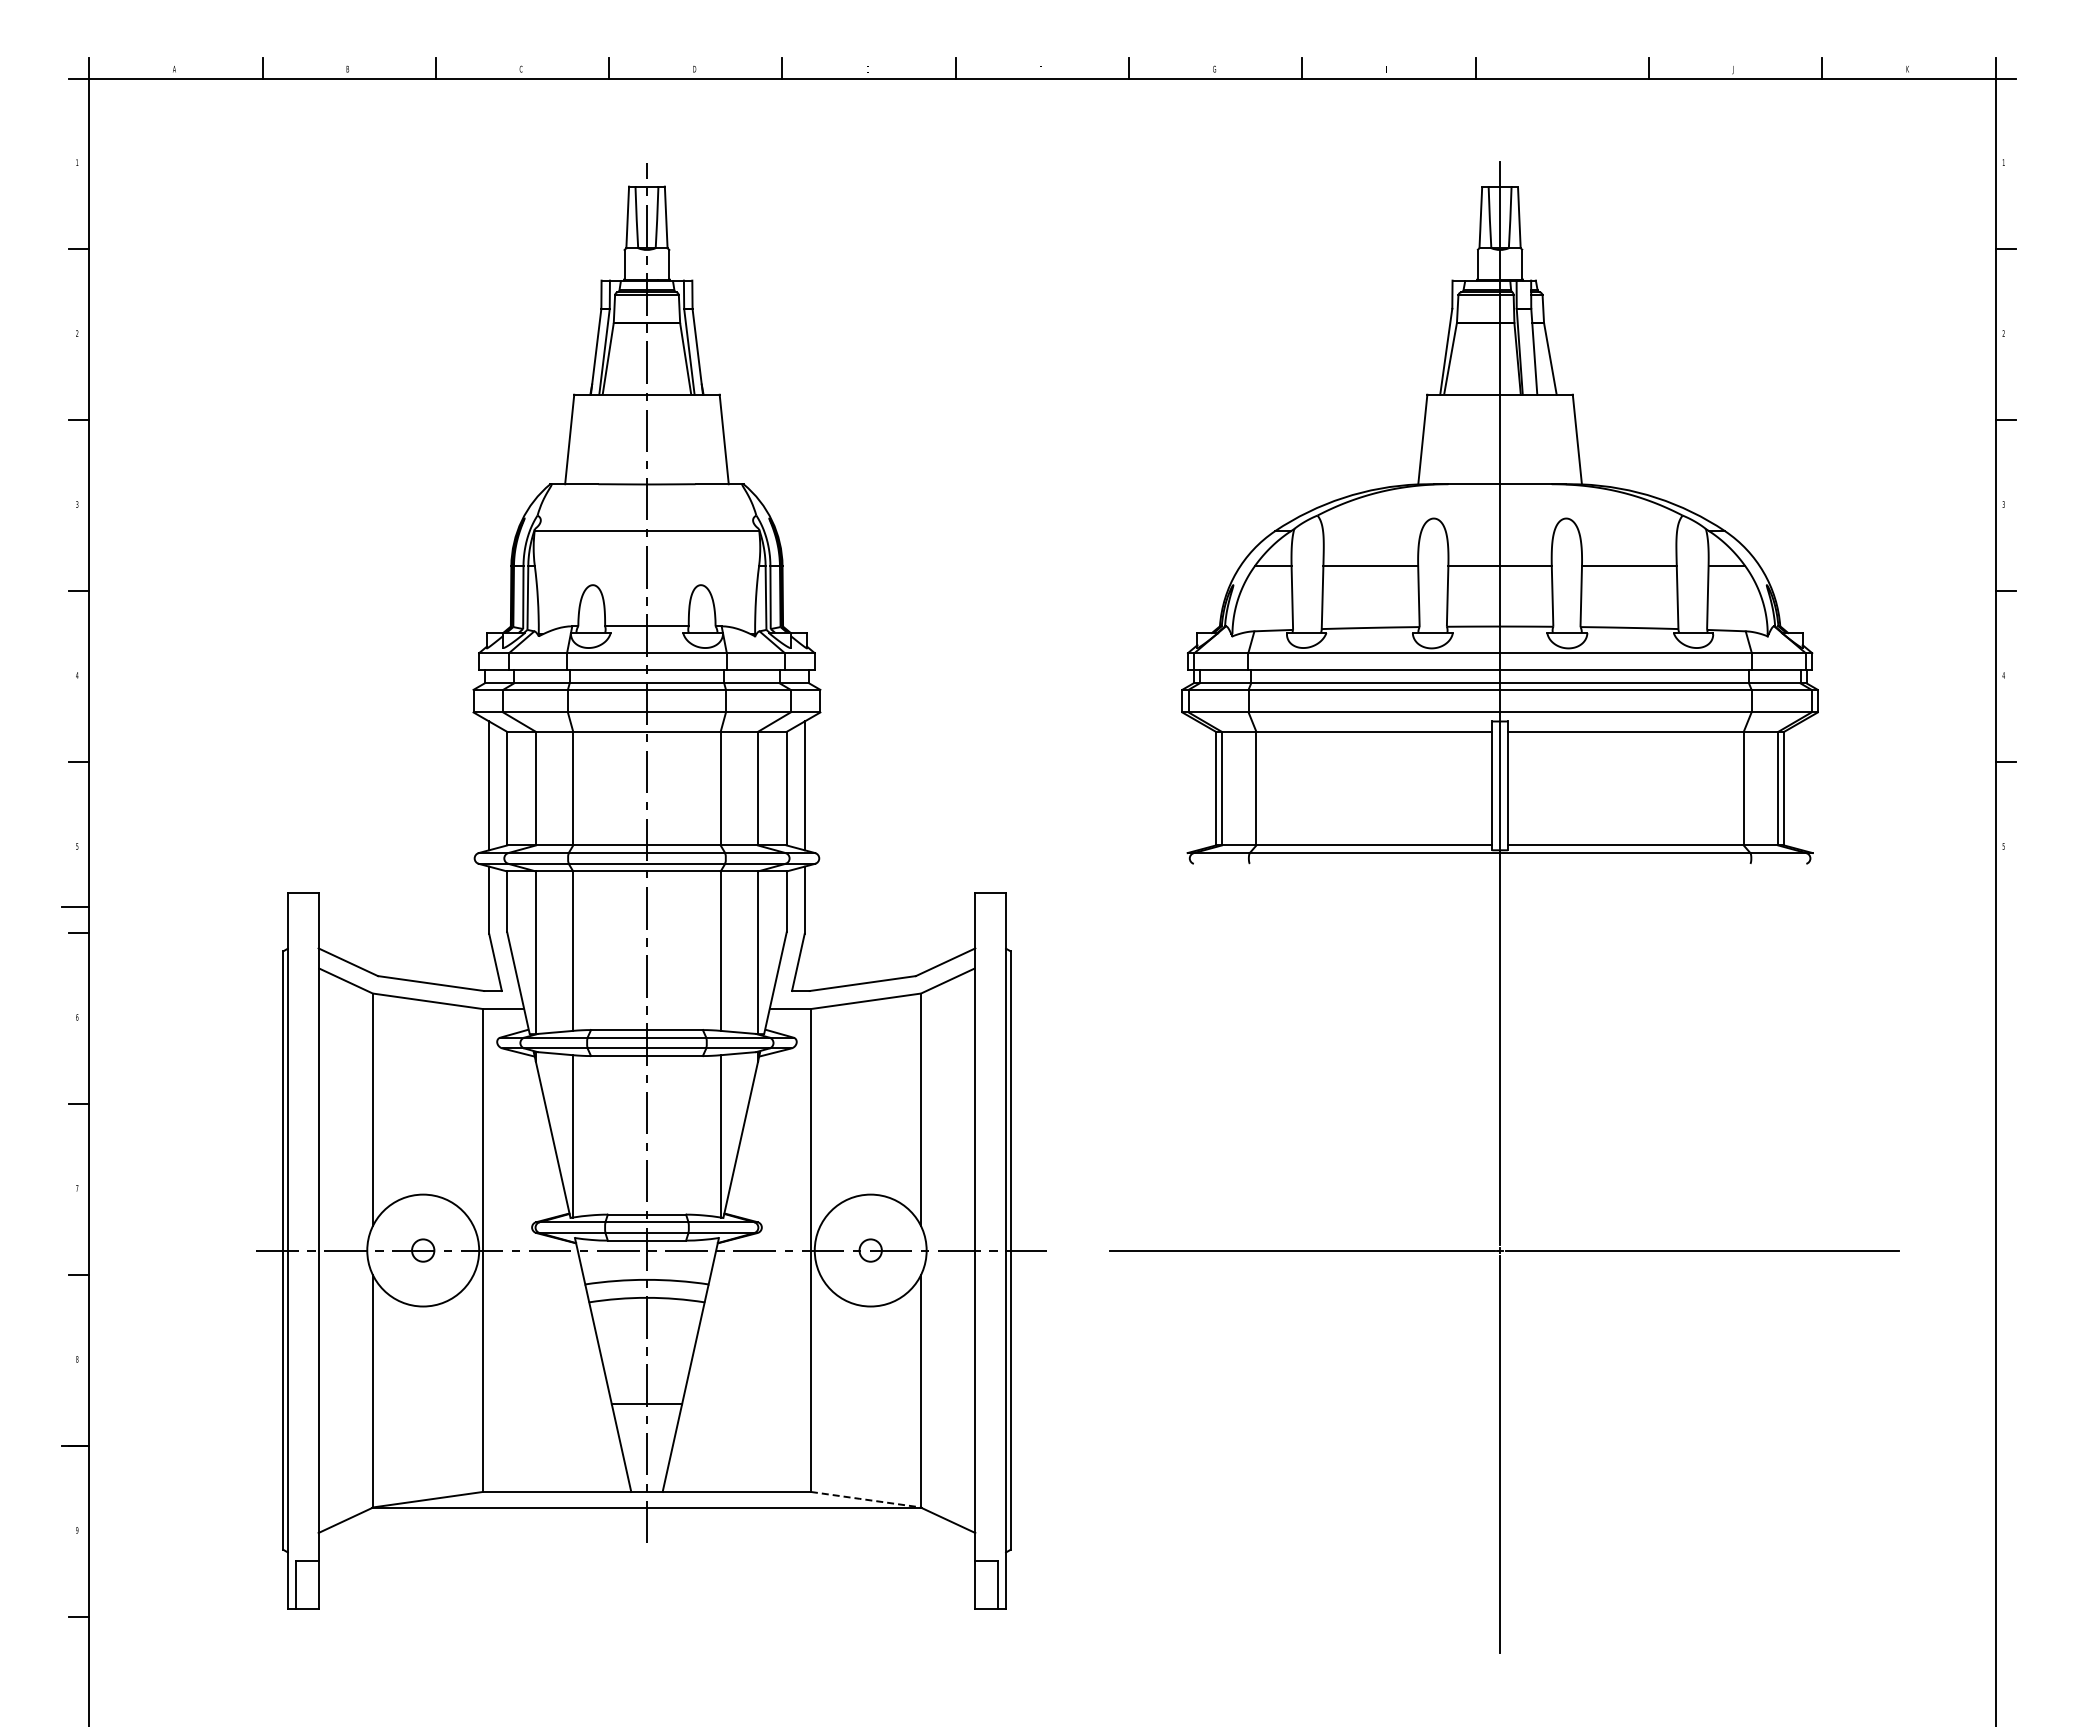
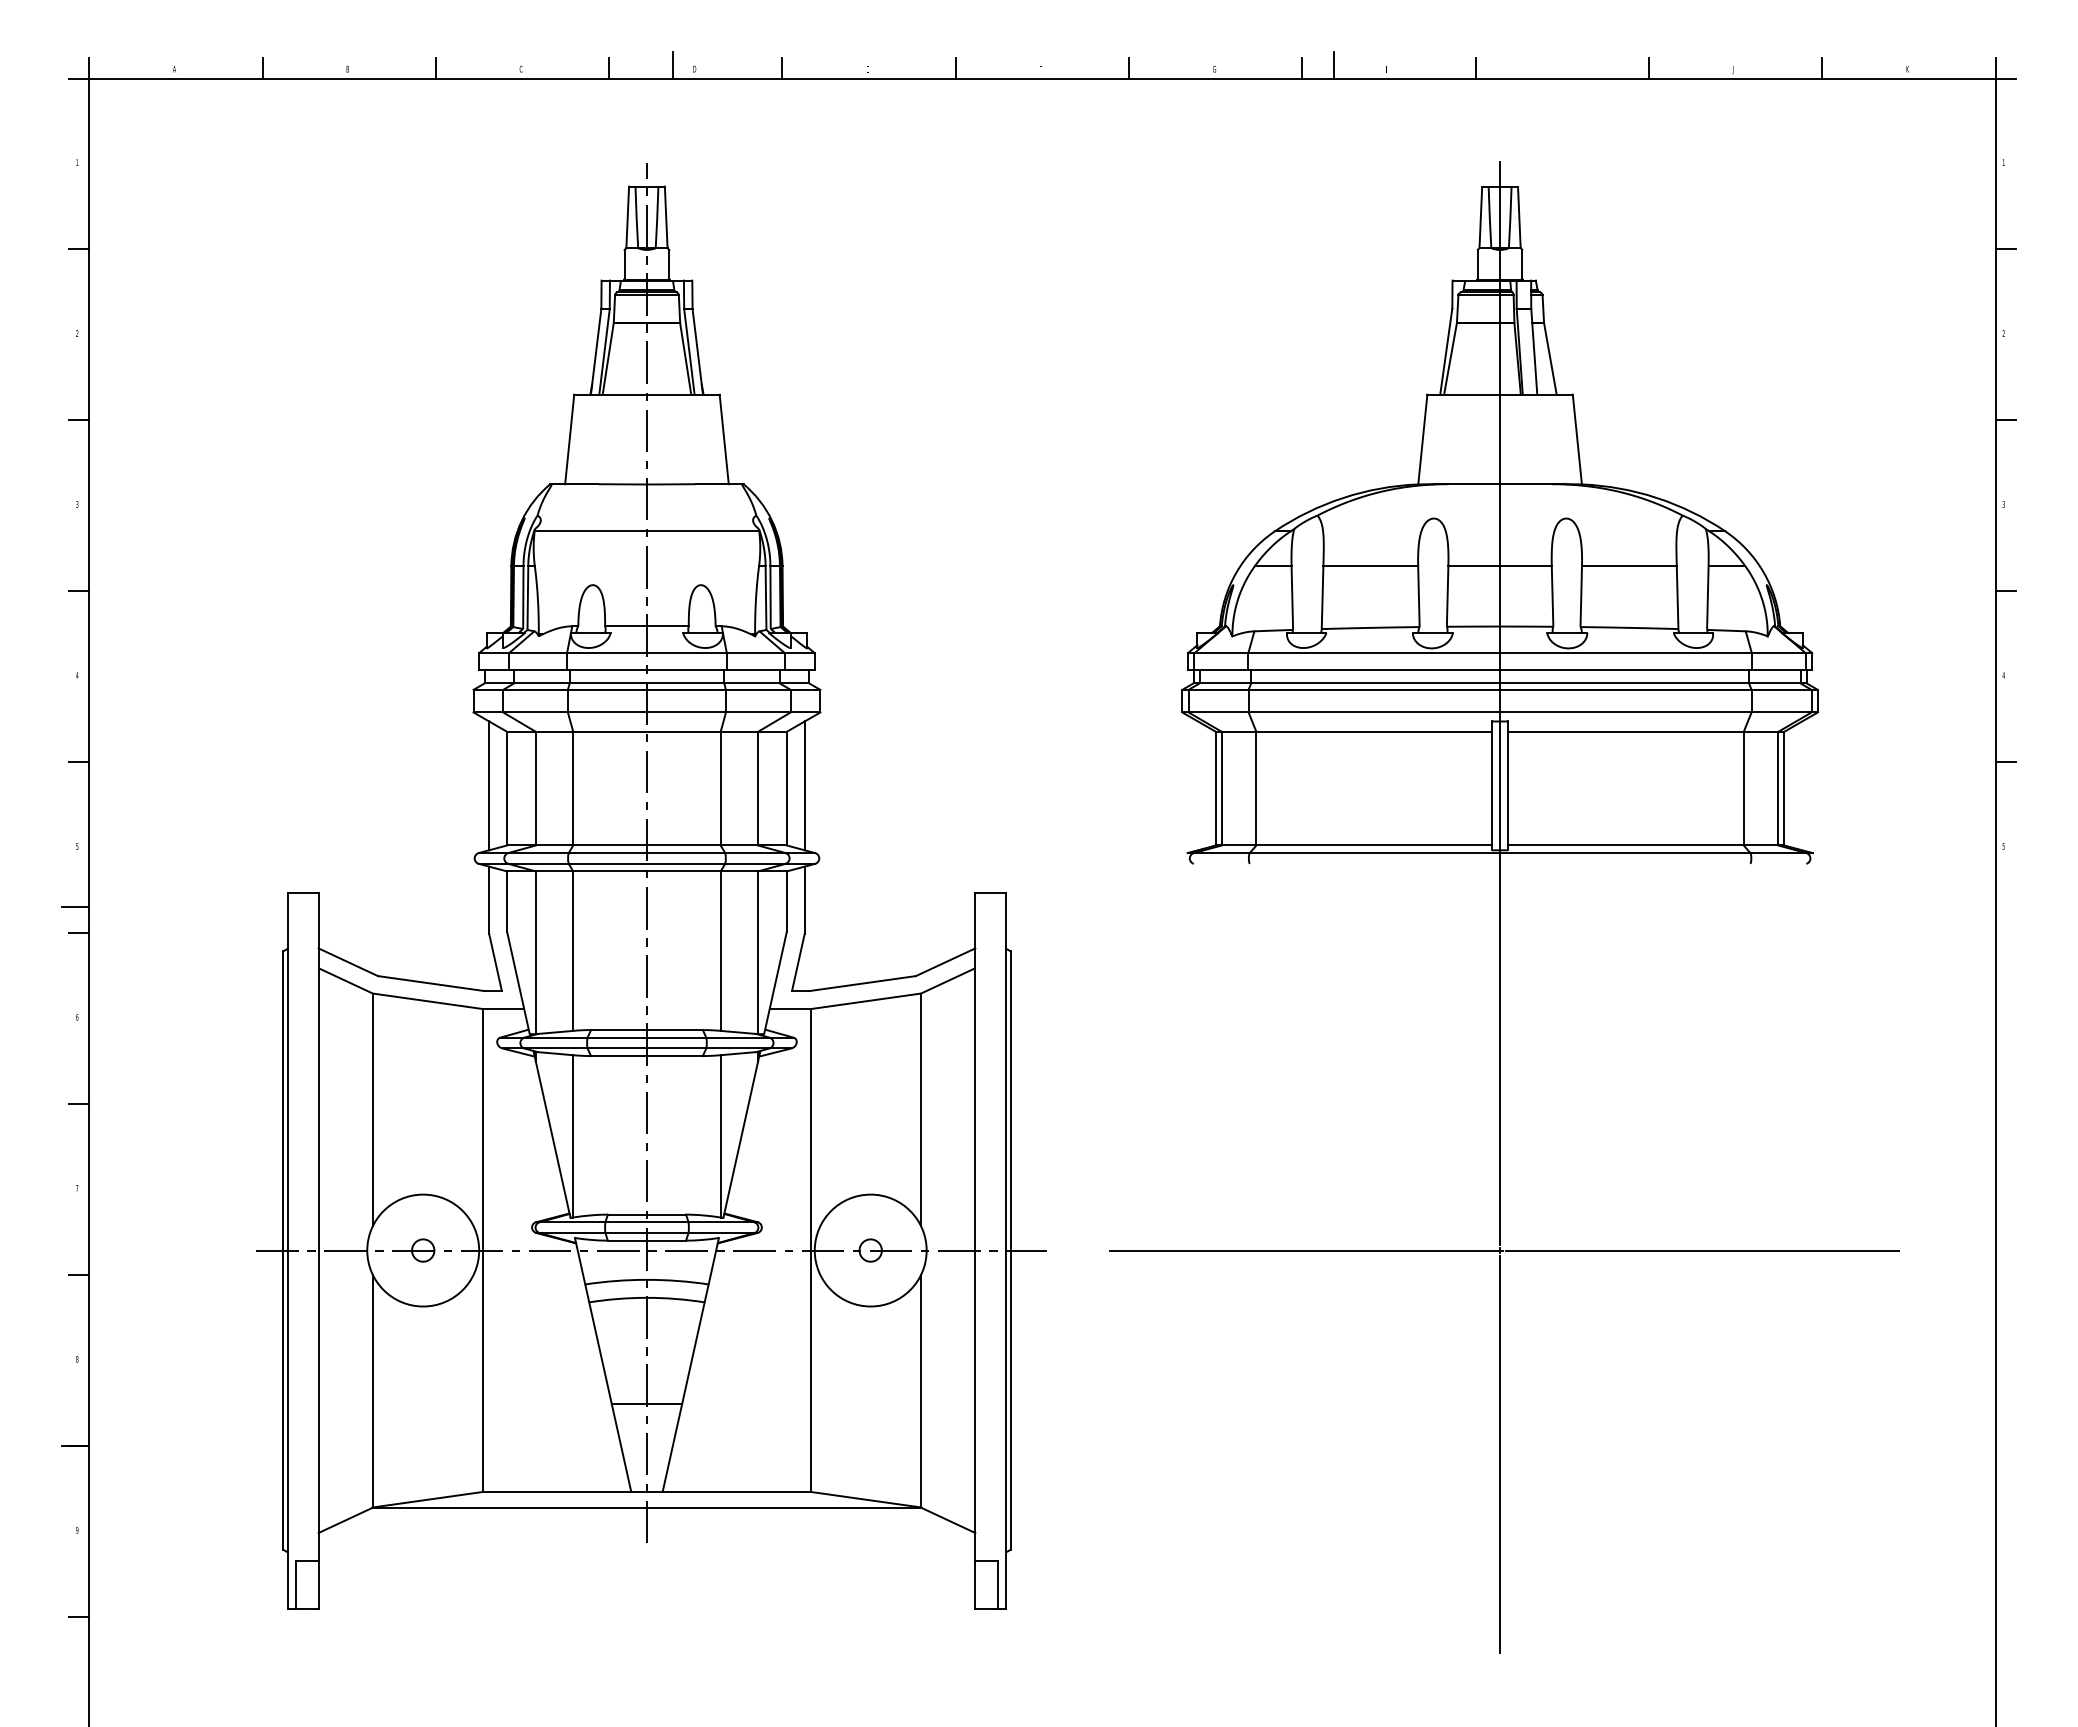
line at (673, 64): none -> present
line at (1334, 64): none -> present
line at (865, 1499): dashed -> solid
